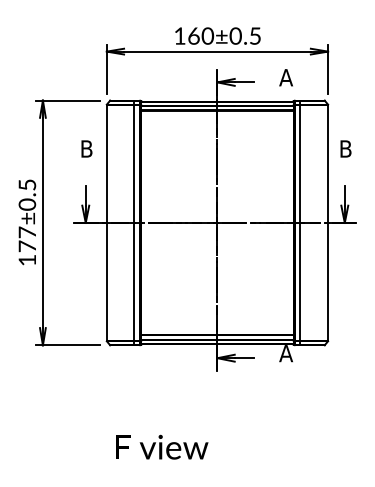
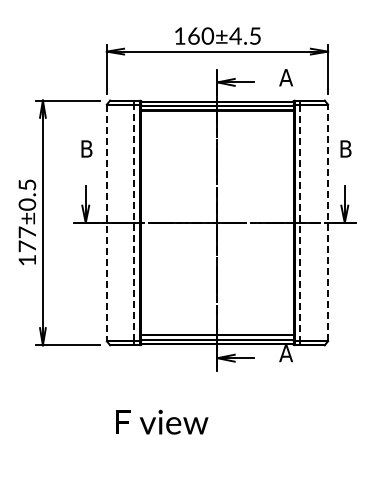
text at (235, 35): 160±0.5 -> 160±4.5
line at (134, 222): solid -> dashed
line at (328, 222): solid -> dashed
line at (106, 223): solid -> dashed
line at (300, 223): solid -> dashed
text at (162, 446) position: (162, 446) -> (162, 421)
